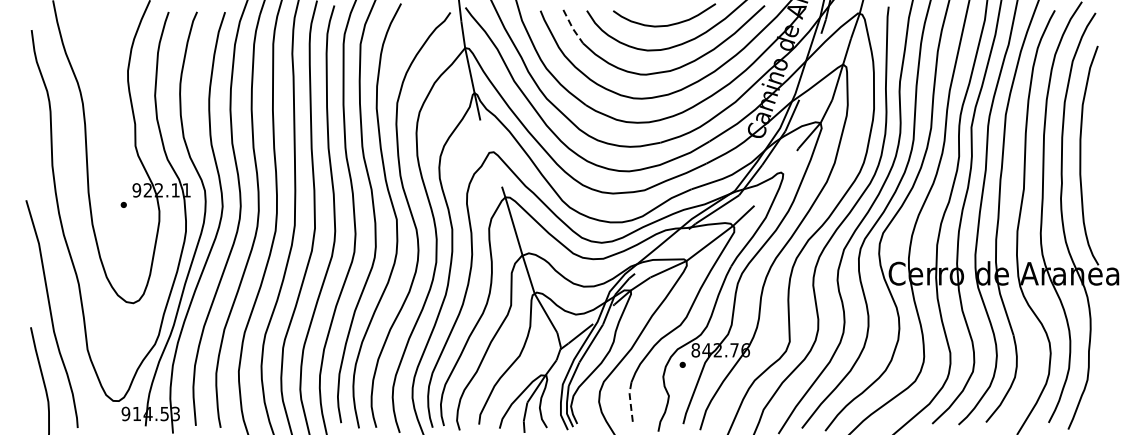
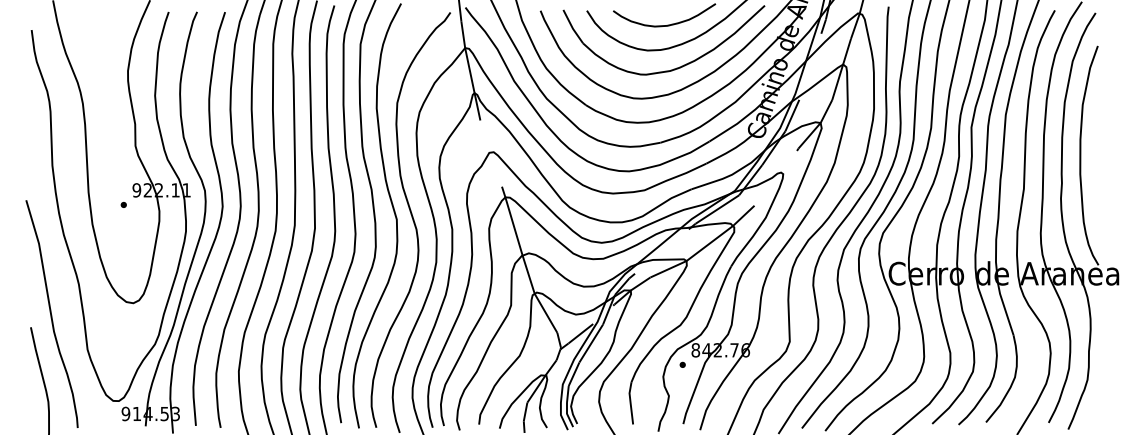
line at (572, 28): dashed -> solid
line at (630, 403): dashed -> solid
